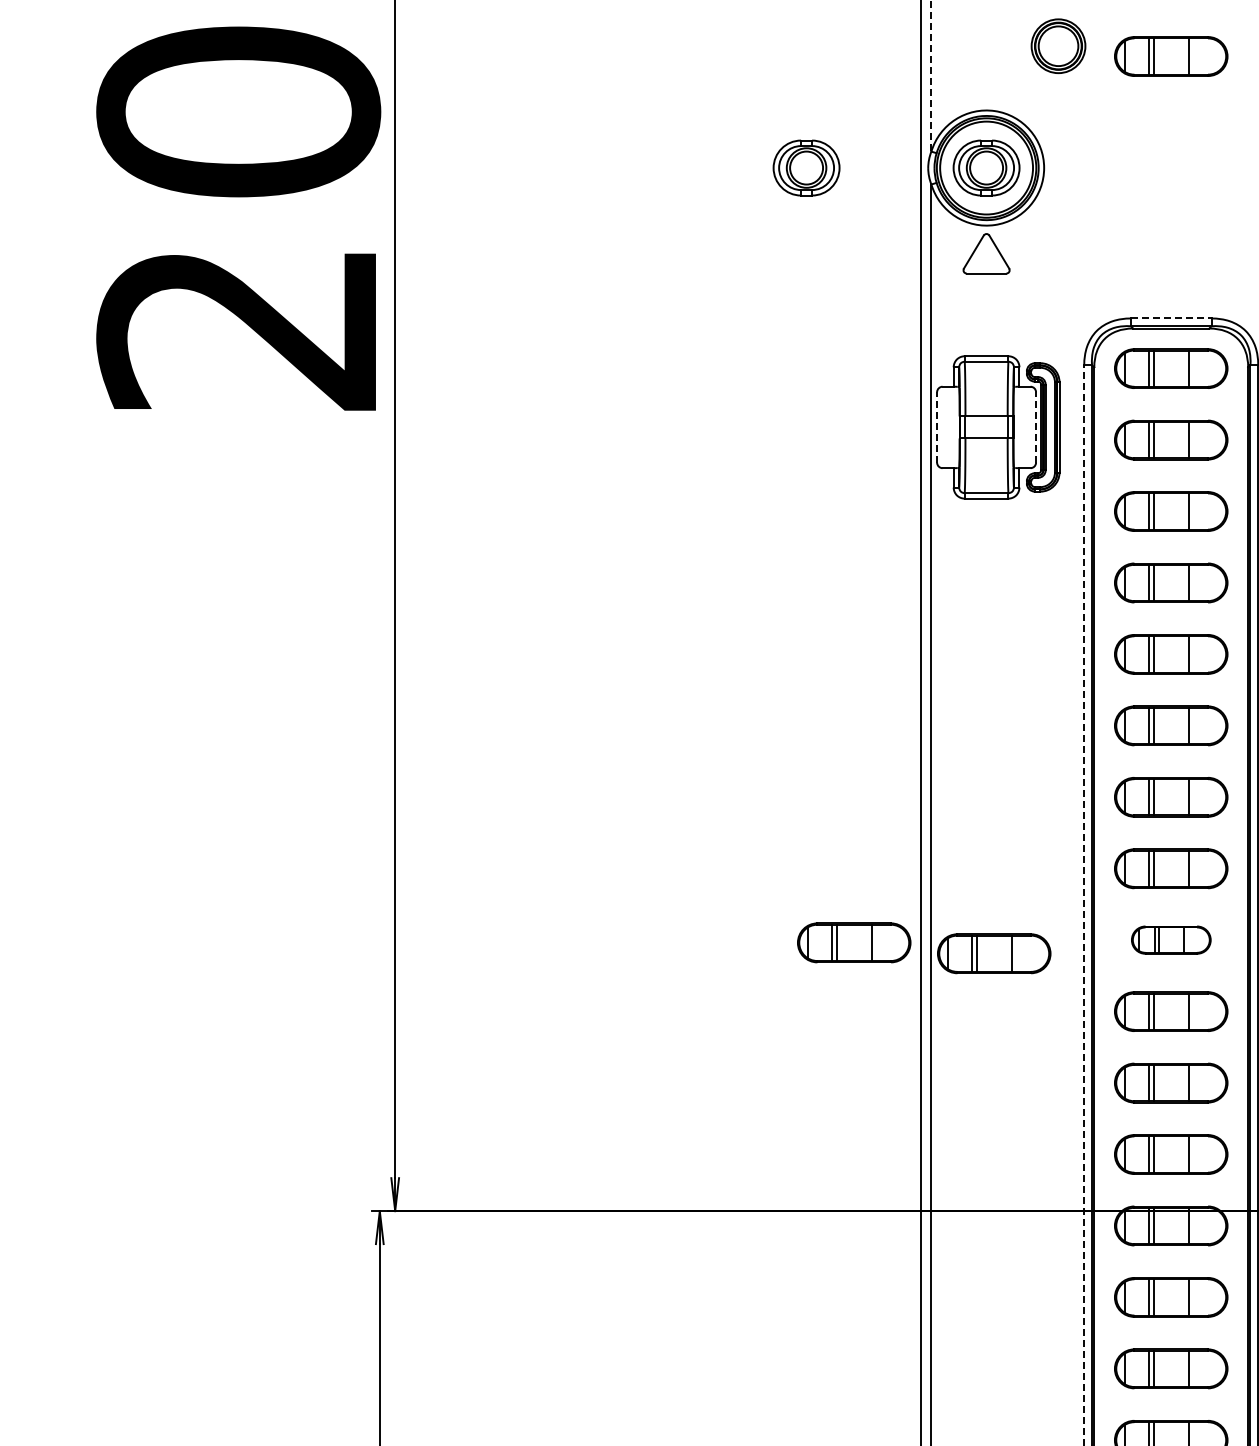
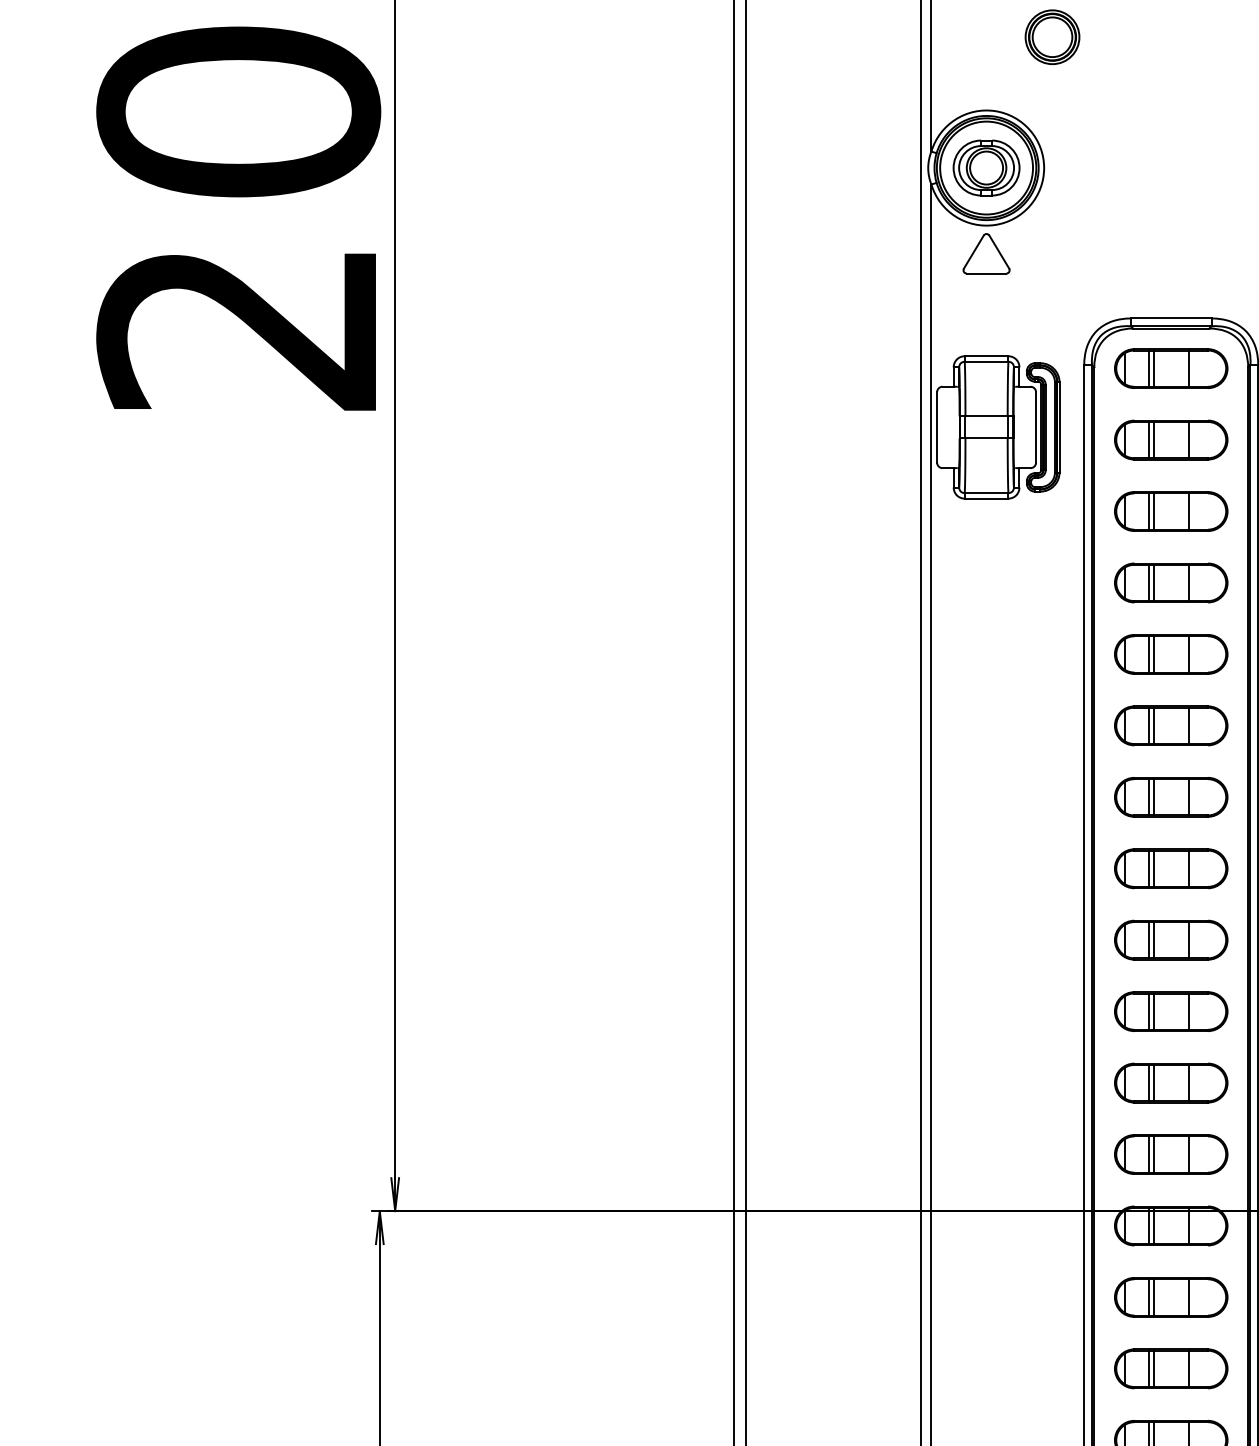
part at (1058, 45) position: (1058, 45) -> (1052, 36)
part at (1171, 56): present -> none
line at (931, 76): dashed -> solid
part at (806, 167): present -> none
line at (1171, 318): dashed -> solid
line at (937, 426): dashed -> solid
line at (1036, 426): dashed -> solid
line at (733, 722): none -> present
line at (745, 722): none -> present
line at (1084, 905): dashed -> solid
part at (1171, 939) size: 81x30 px -> 115x42 px
part at (854, 942): present -> none
part at (994, 953): present -> none
